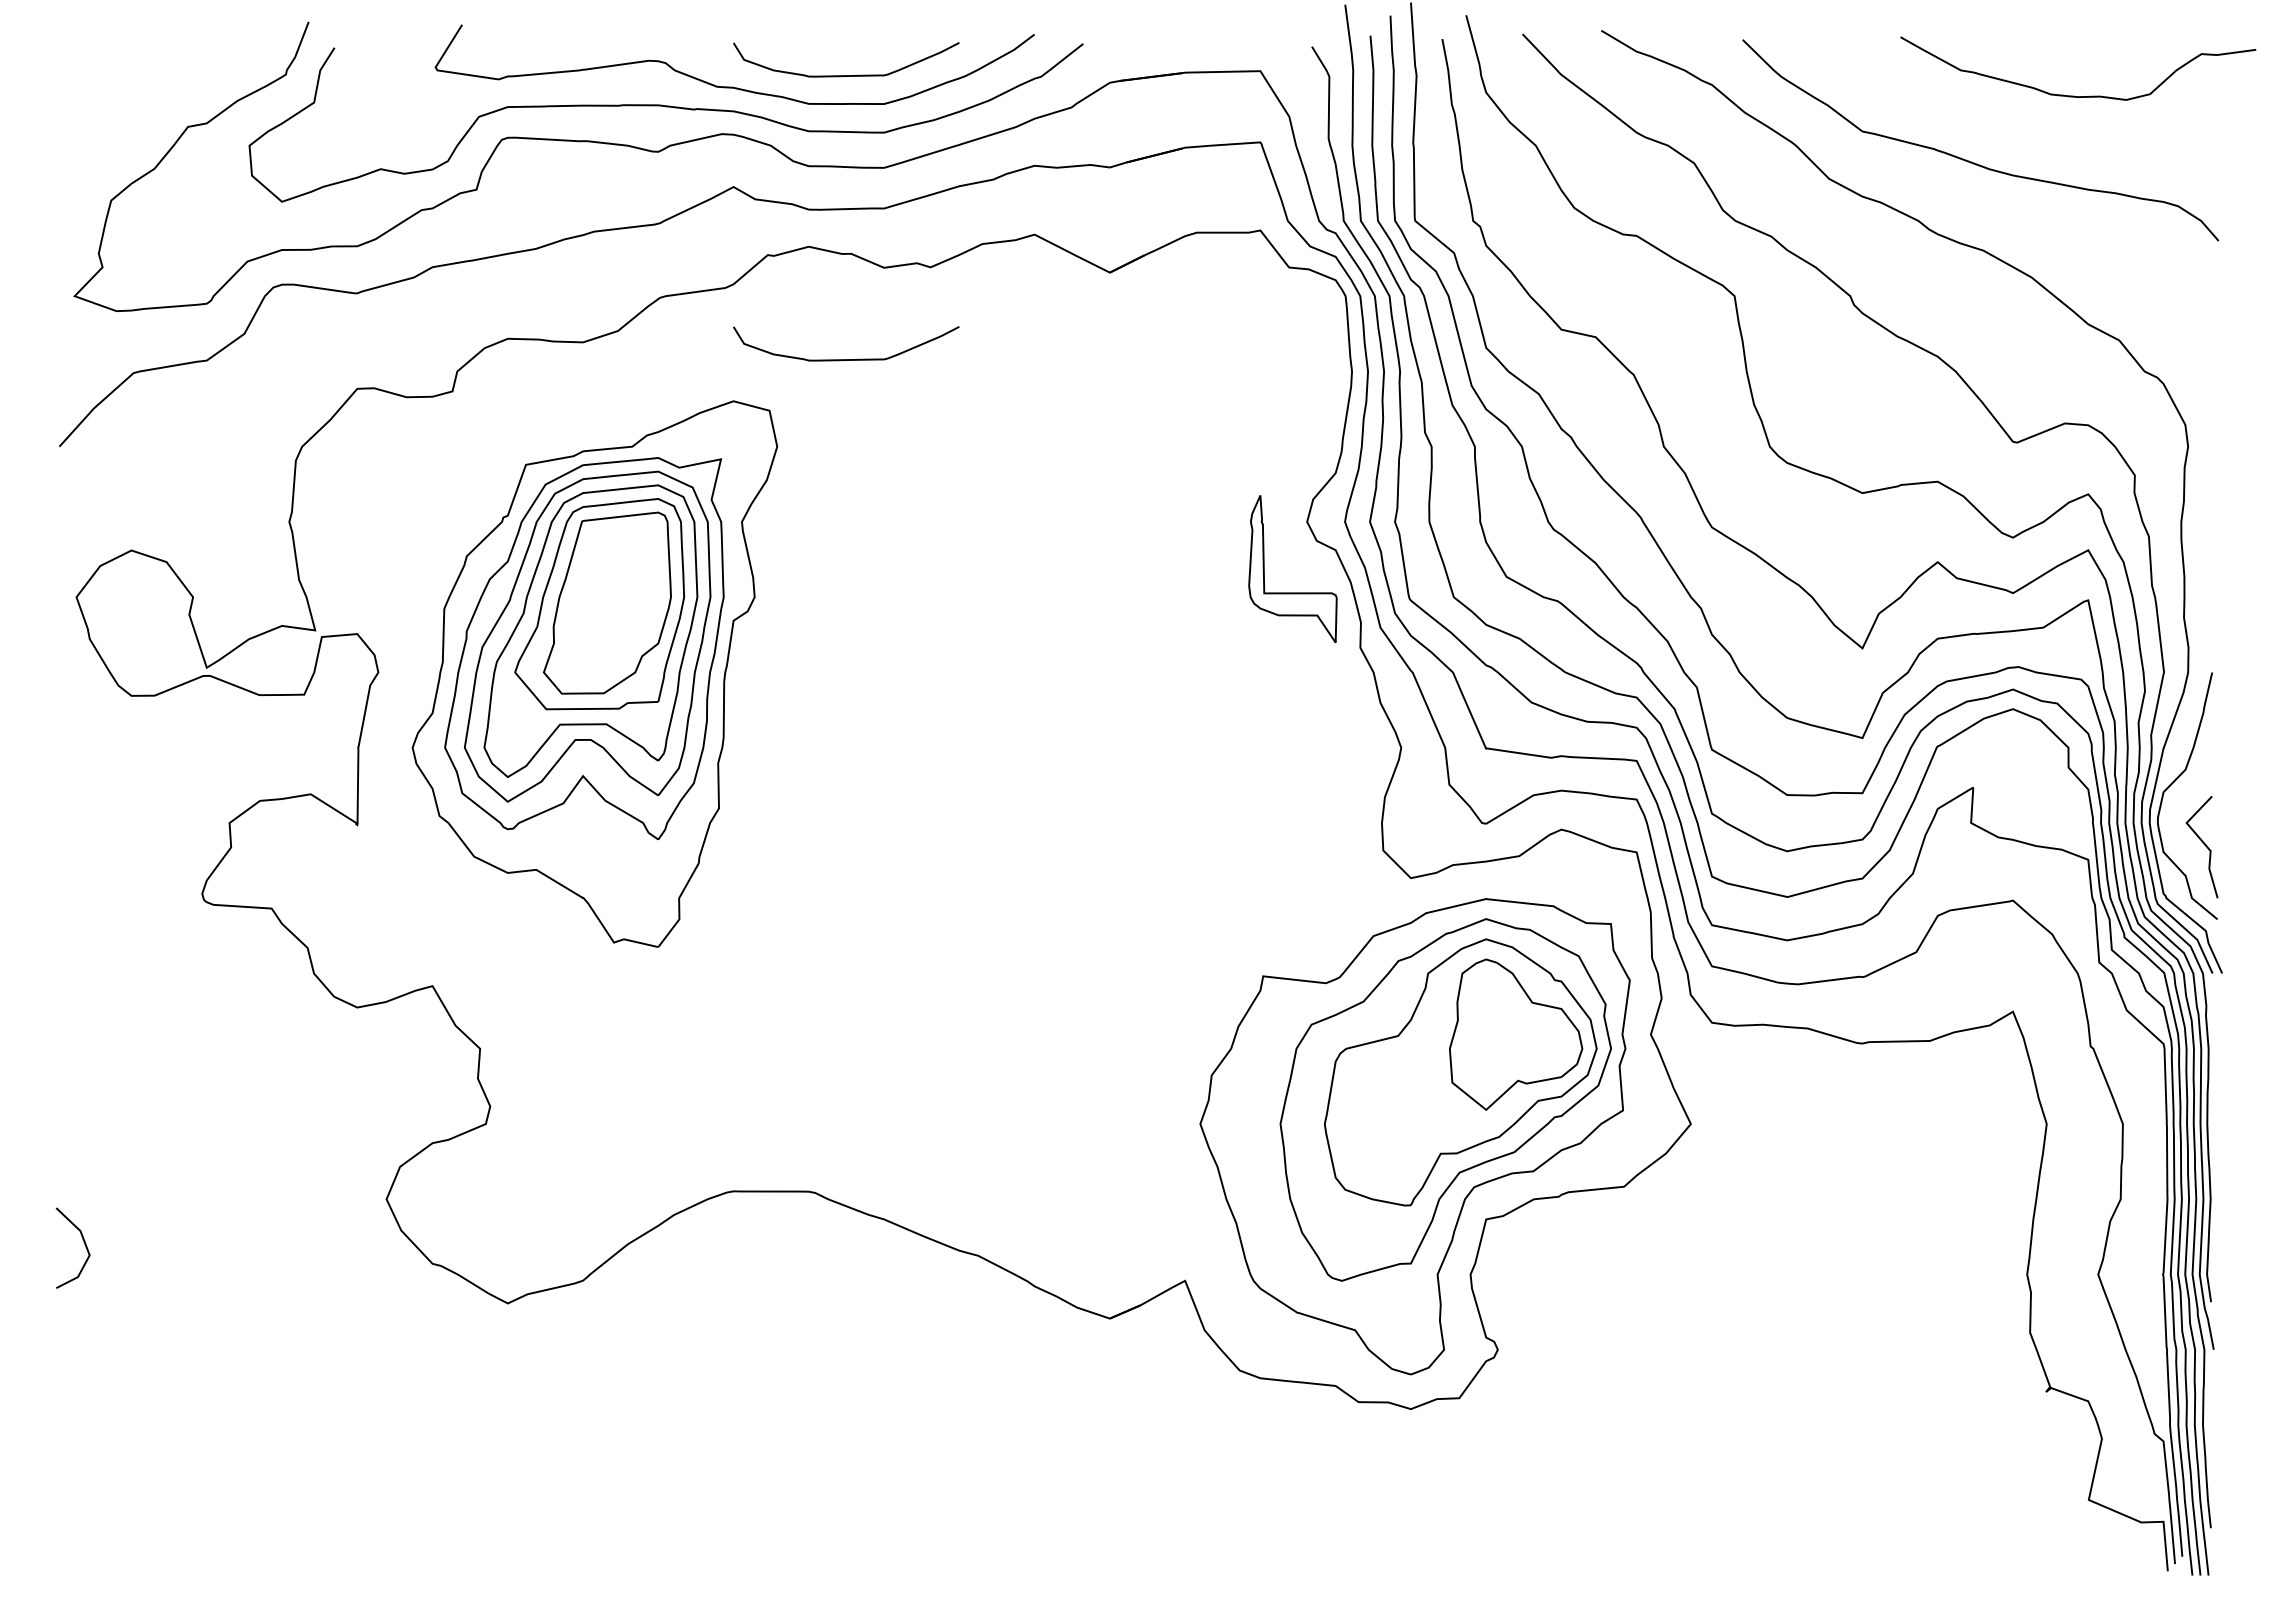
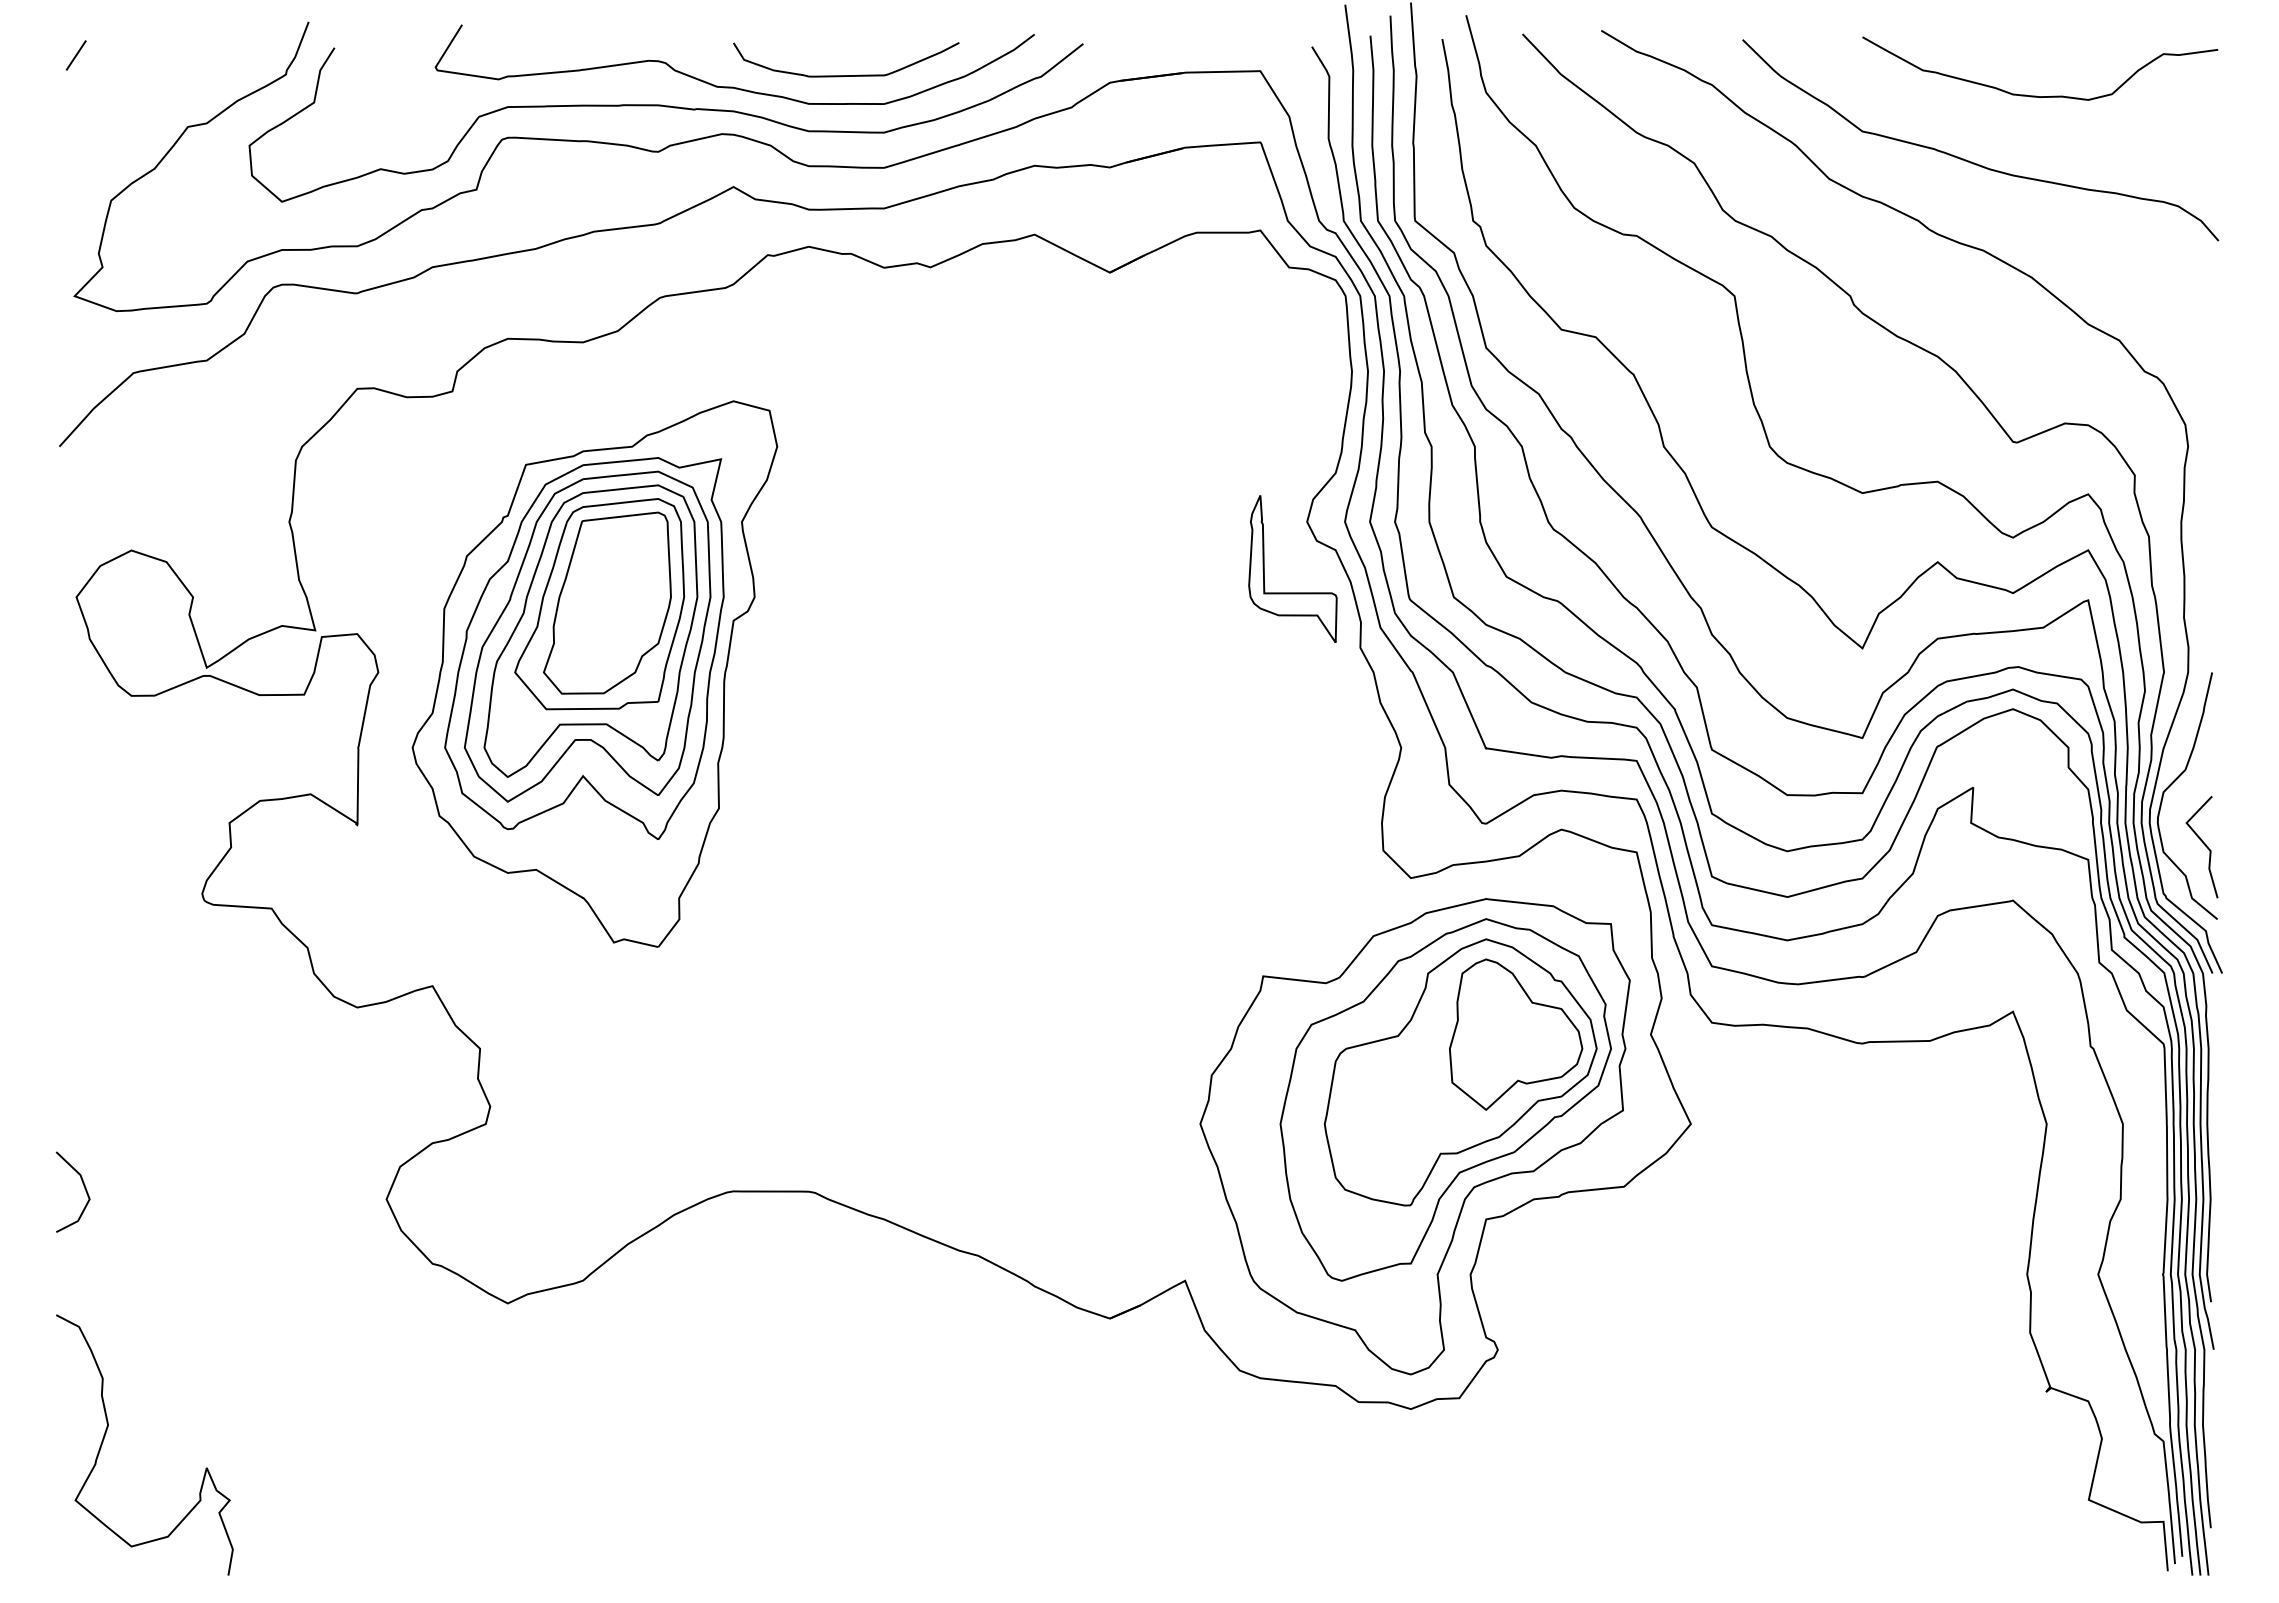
line at (75, 55): none -> present
curve at (2074, 95) position: (2074, 95) -> (2036, 95)
curve at (846, 359): present -> none
line at (83, 1242) position: (83, 1242) -> (83, 1186)
curve at (107, 1430): none -> present
